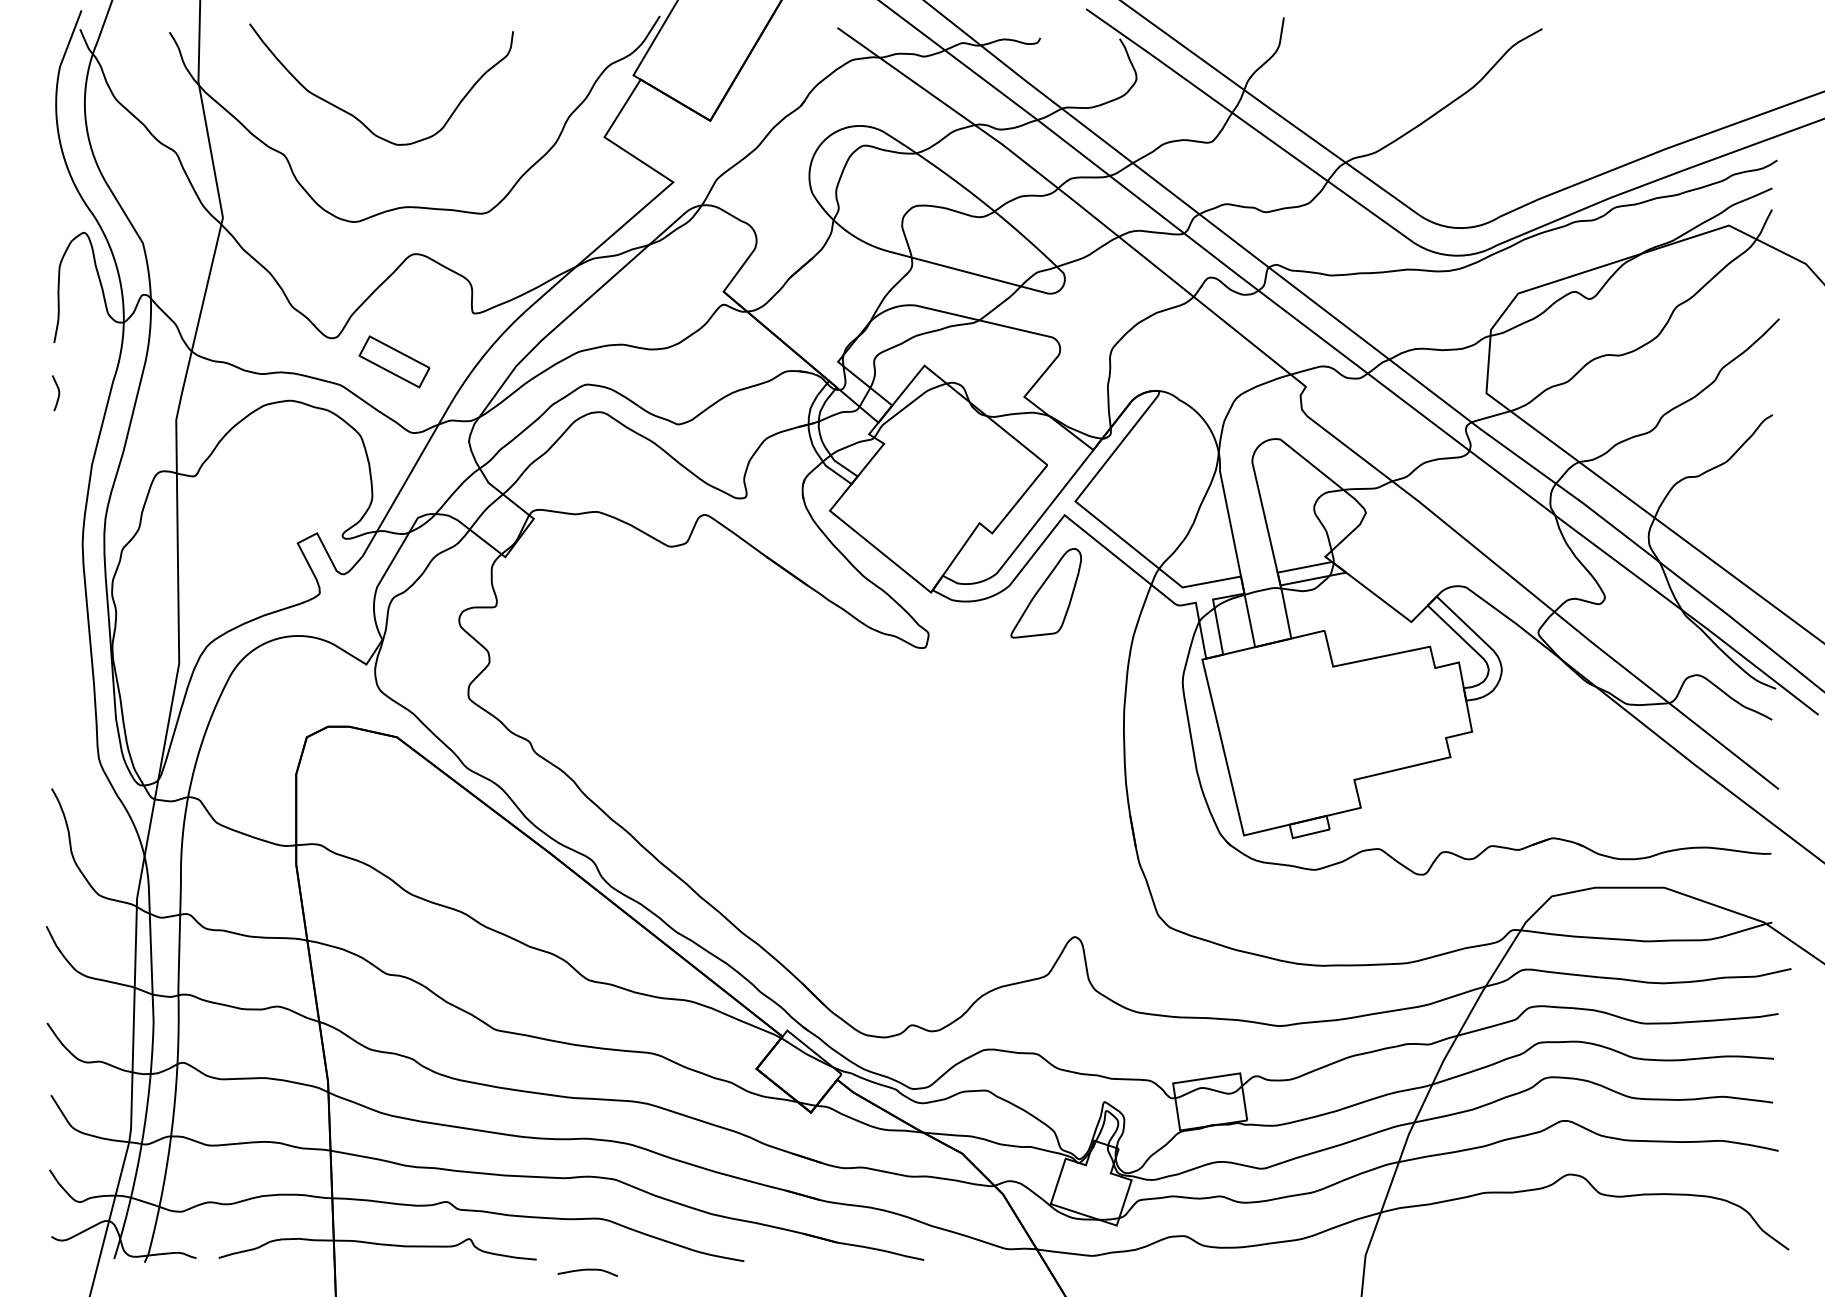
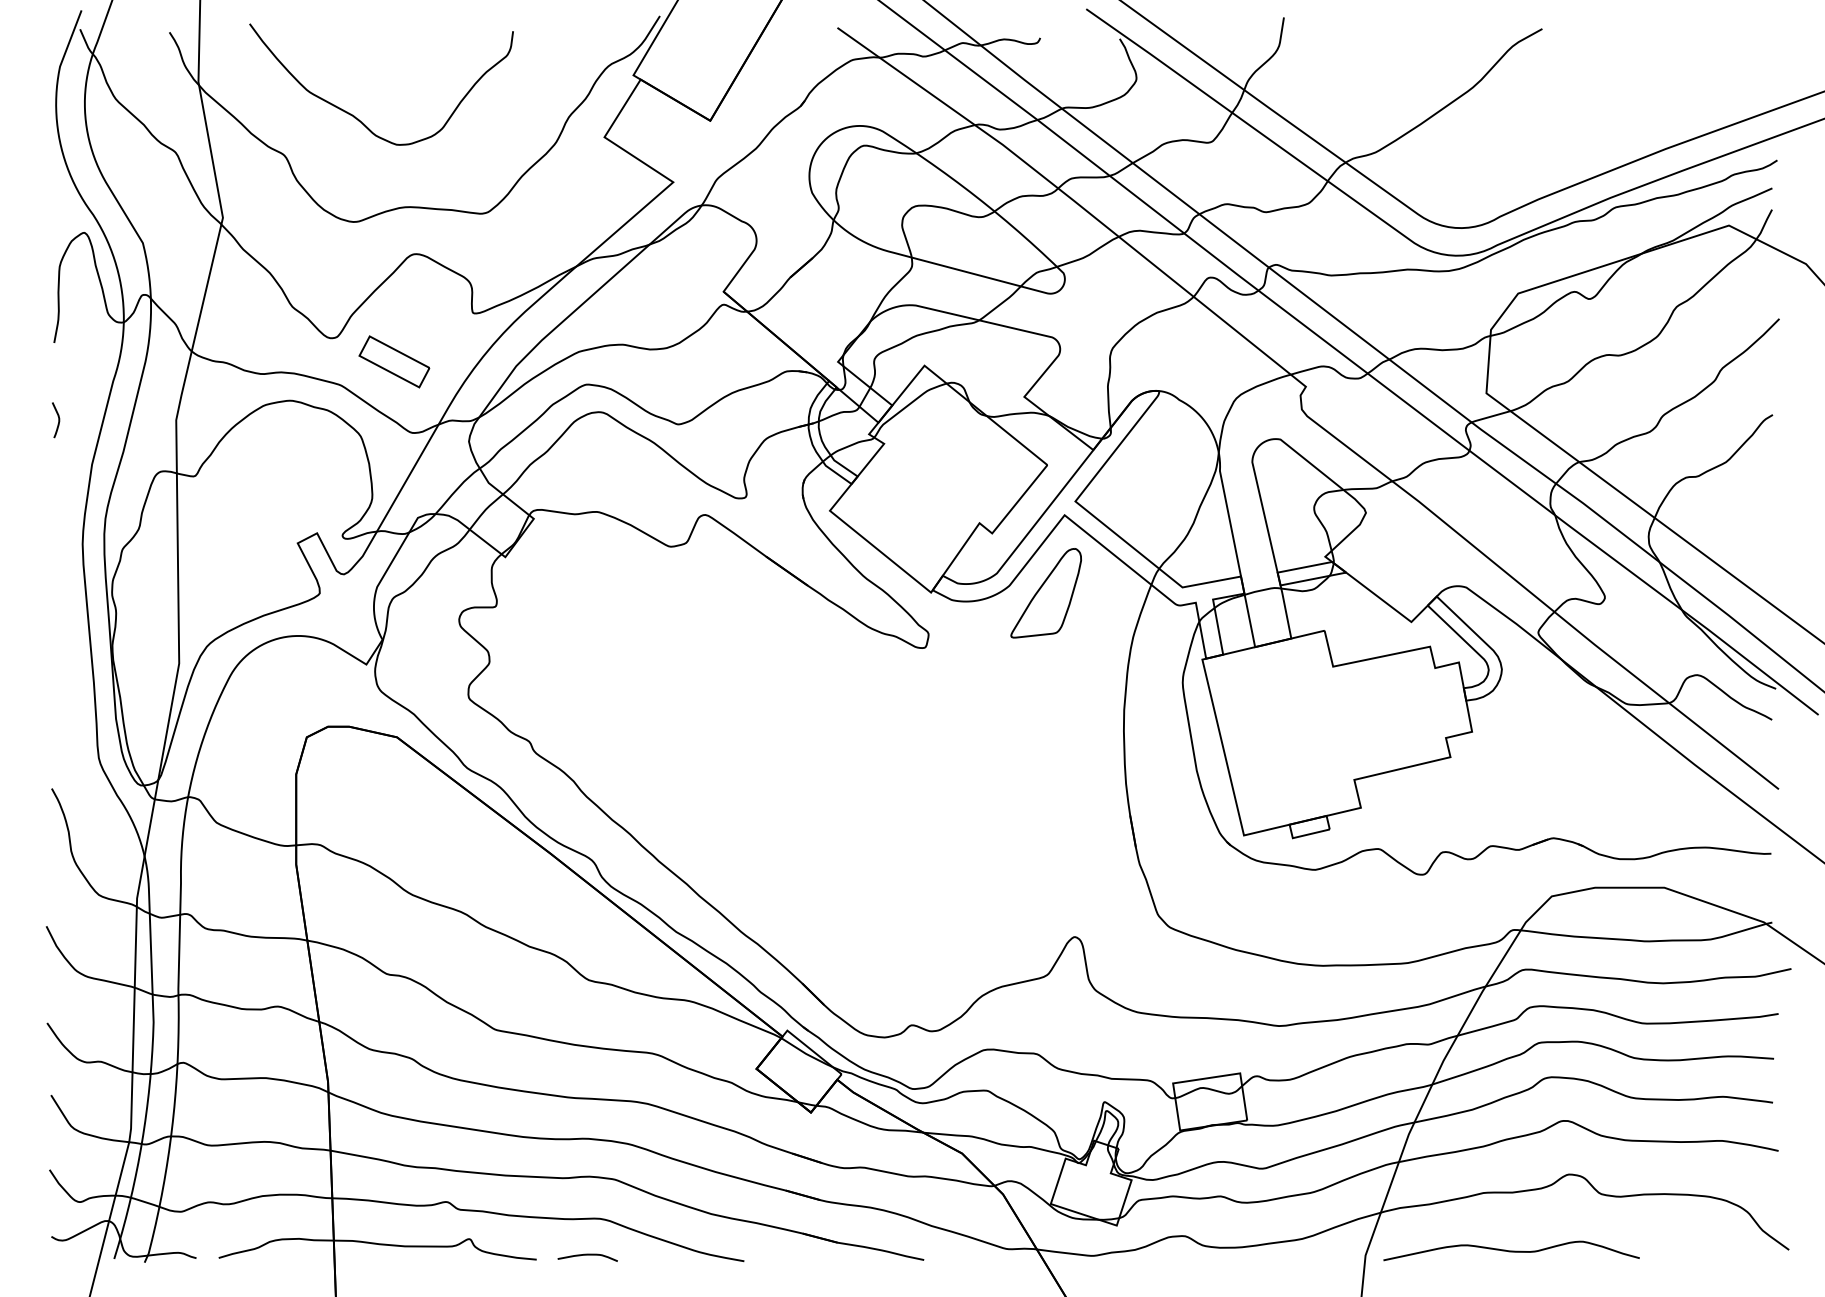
curve at (58, 393) position: (58, 393) -> (58, 420)
curve at (1511, 1250): none -> present
curve at (587, 1270) position: (587, 1270) -> (587, 1255)
